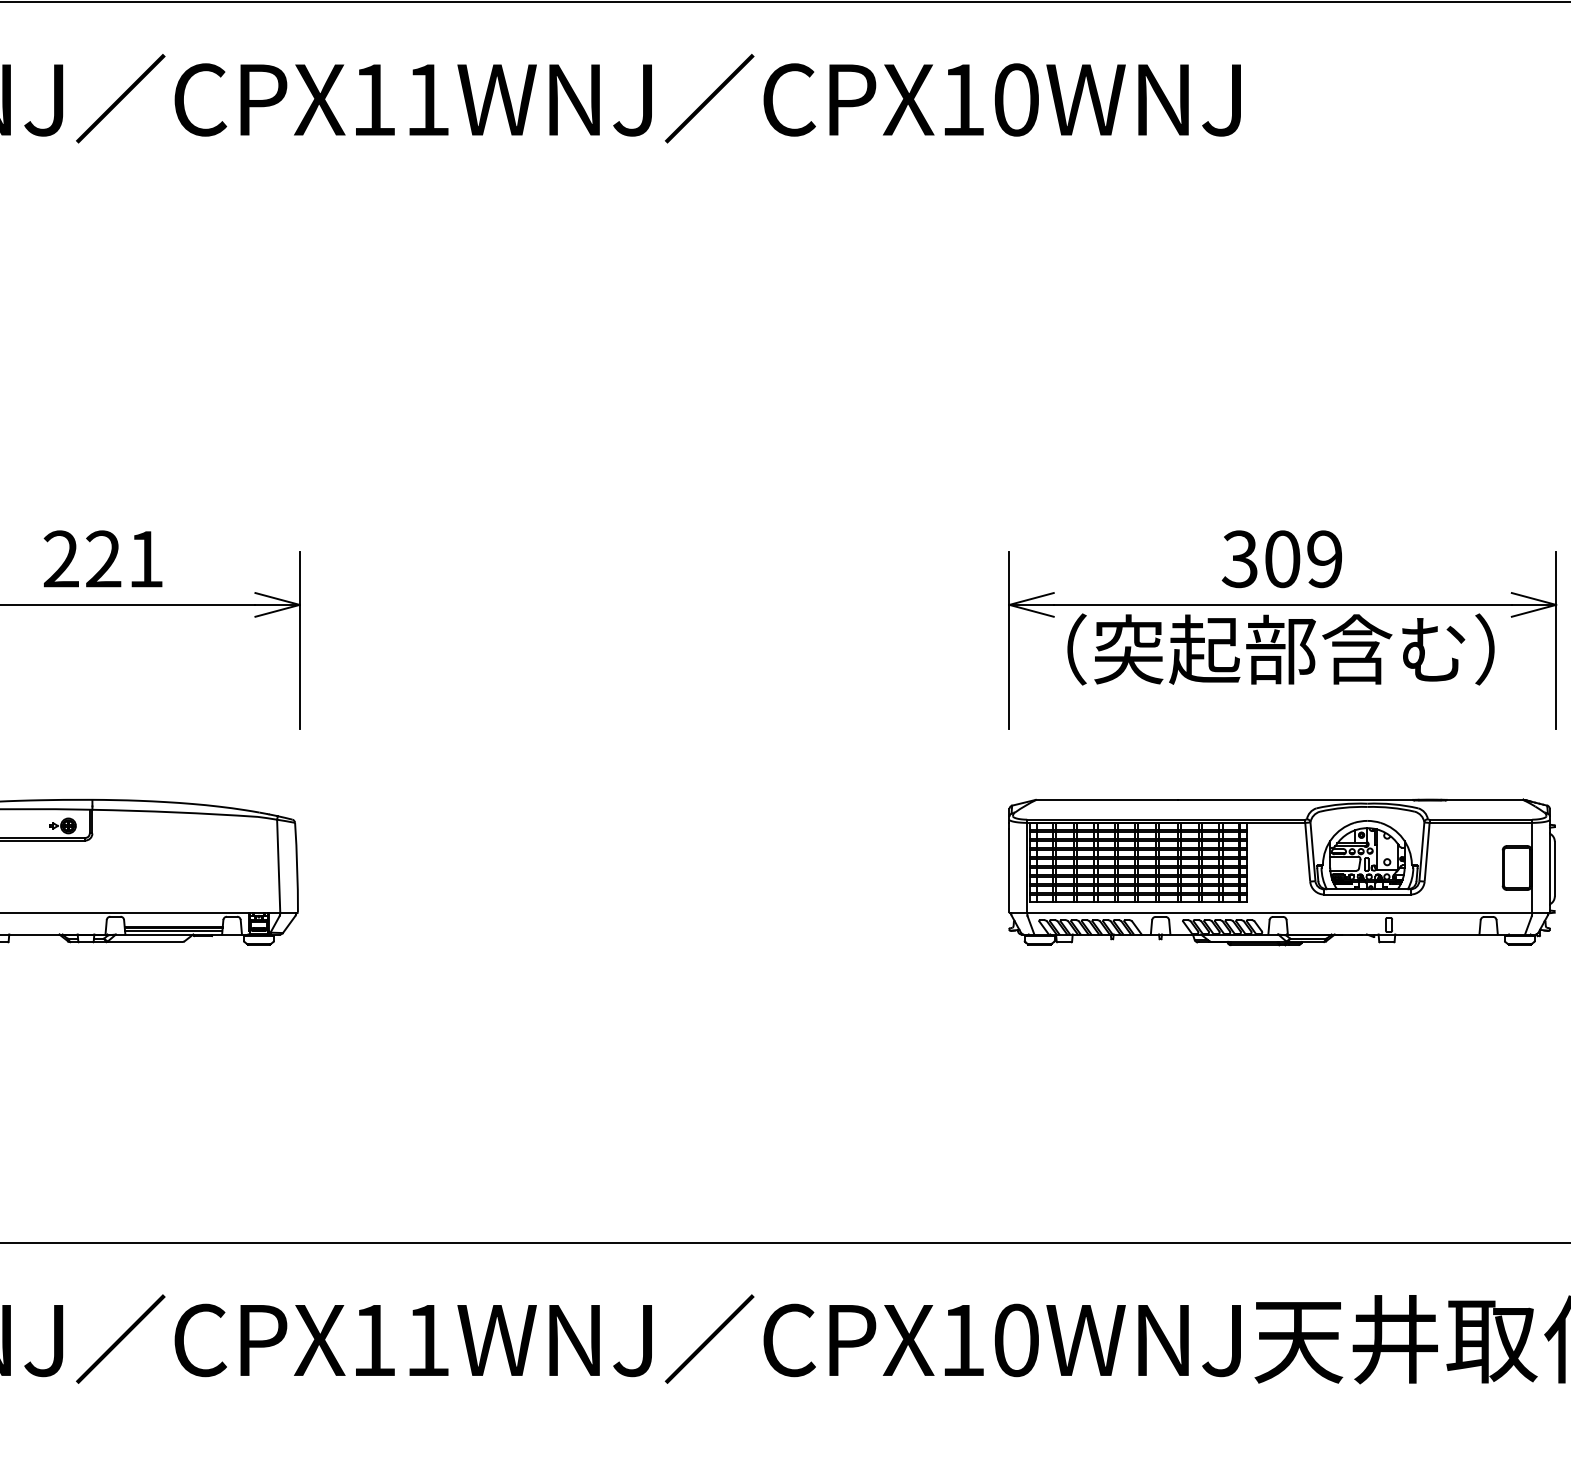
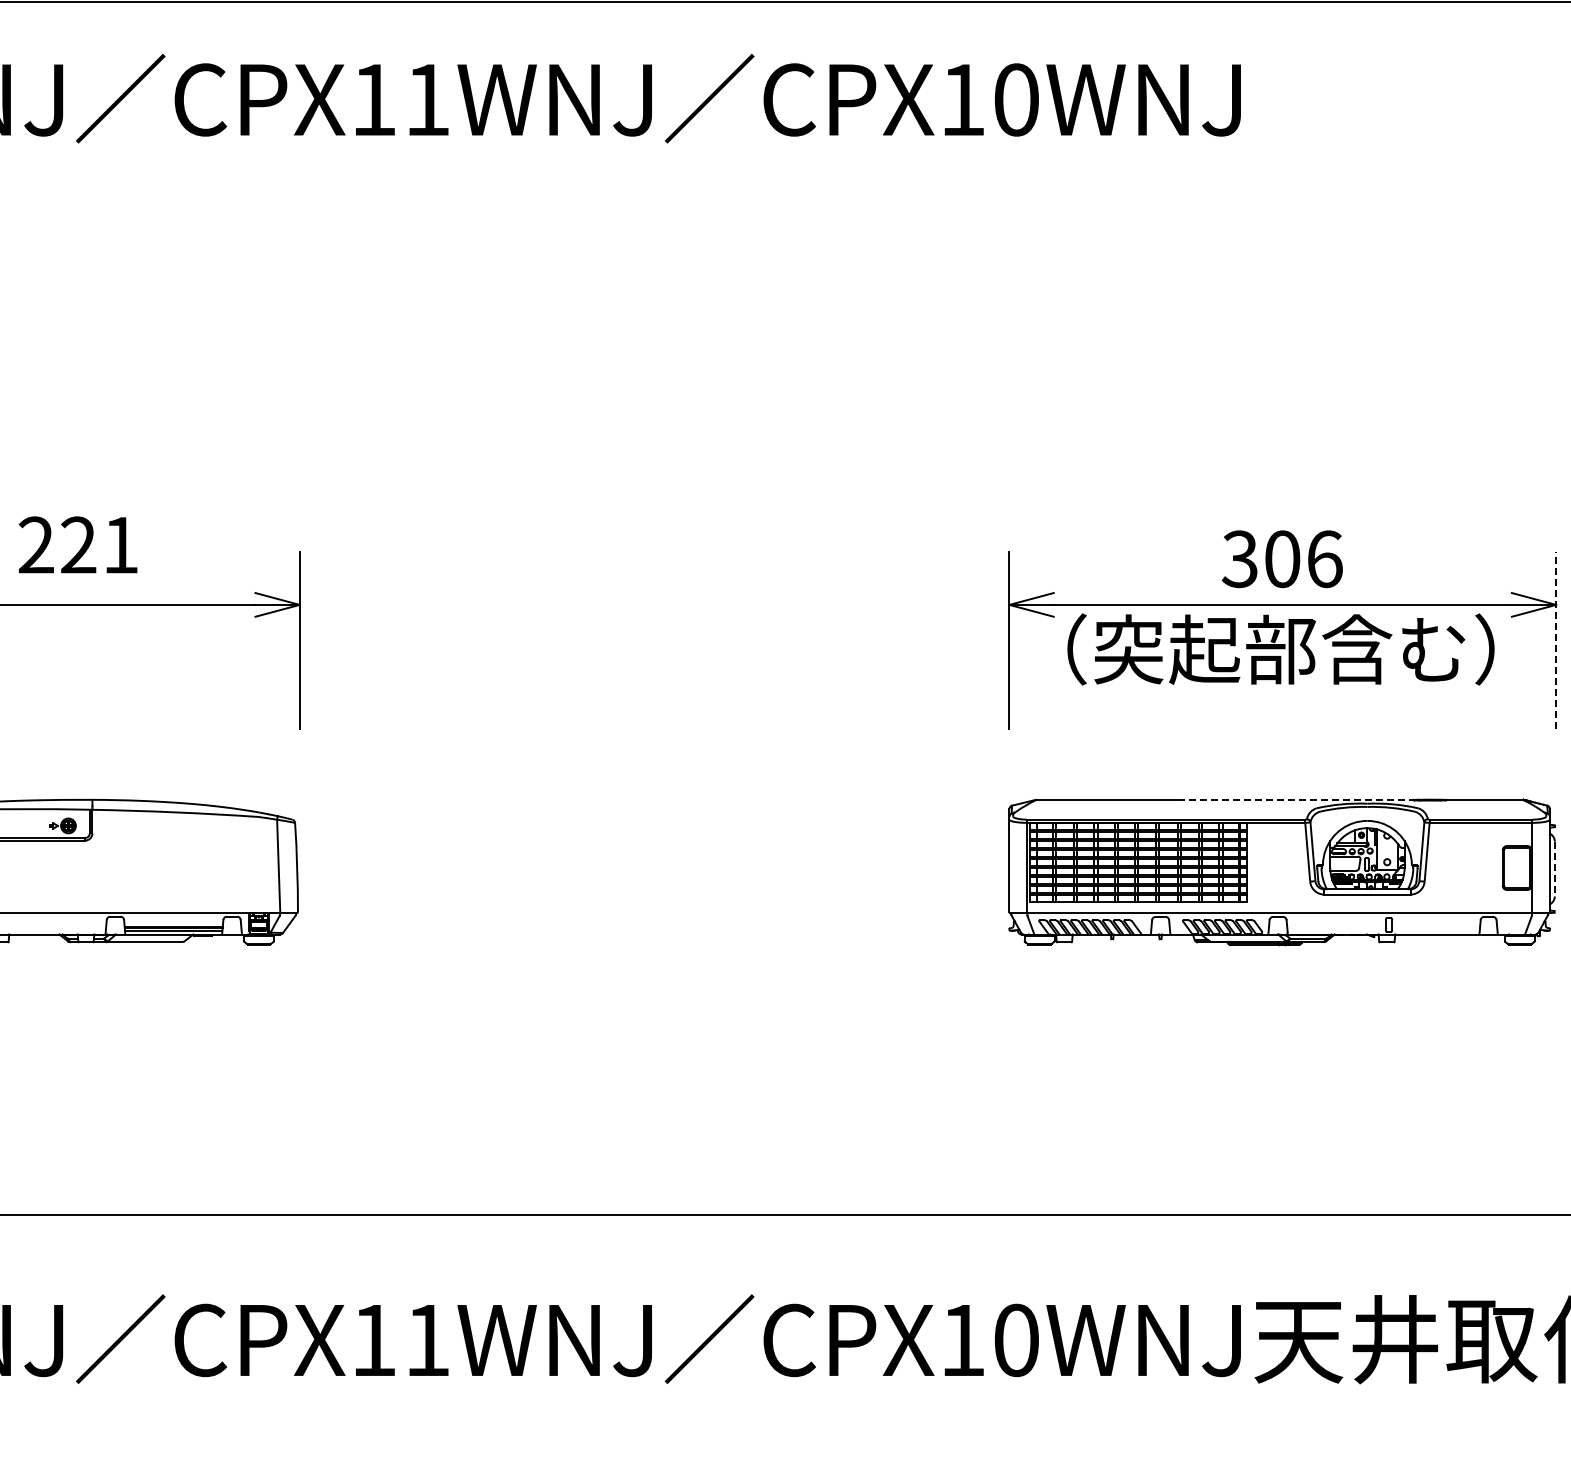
text at (102, 558) position: (102, 558) -> (77, 544)
text at (1324, 559): 309 -> 306
line at (1556, 640): solid -> dashed
line at (1299, 799): solid -> dashed
line at (1554, 869): solid -> dashed
line at (784, 1242) position: (784, 1242) -> (784, 1214)
